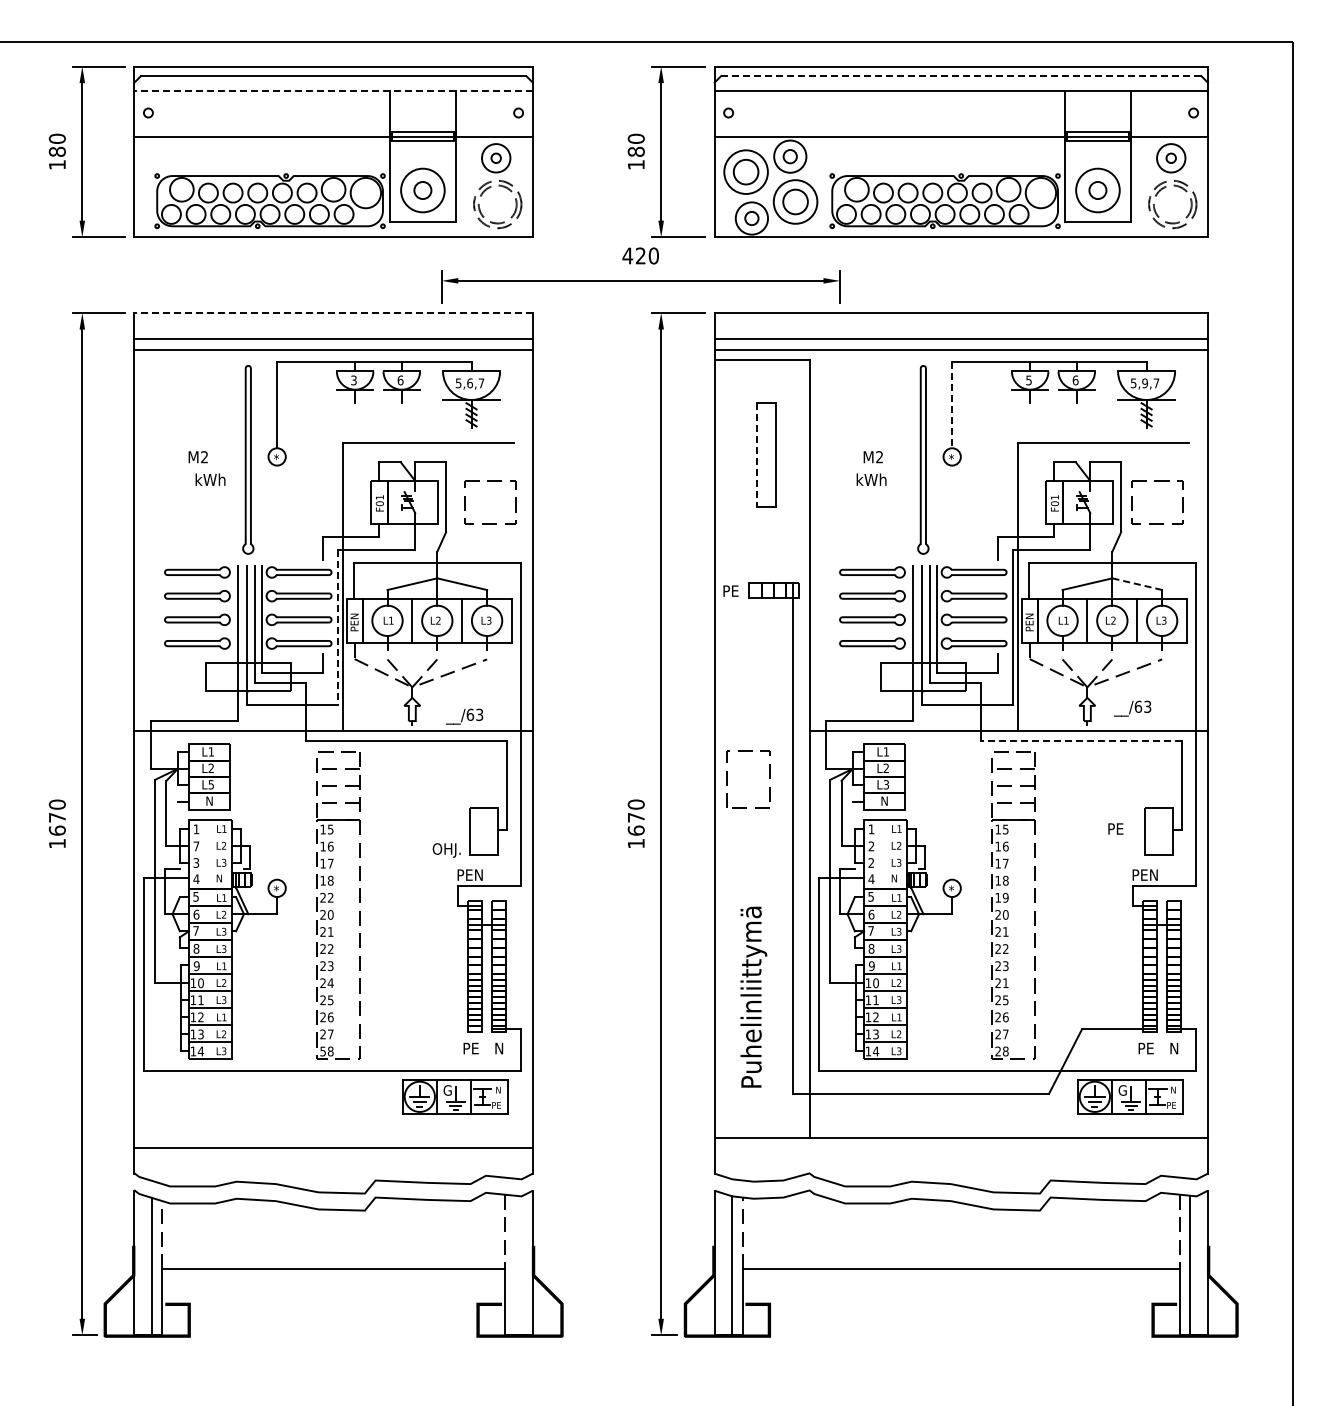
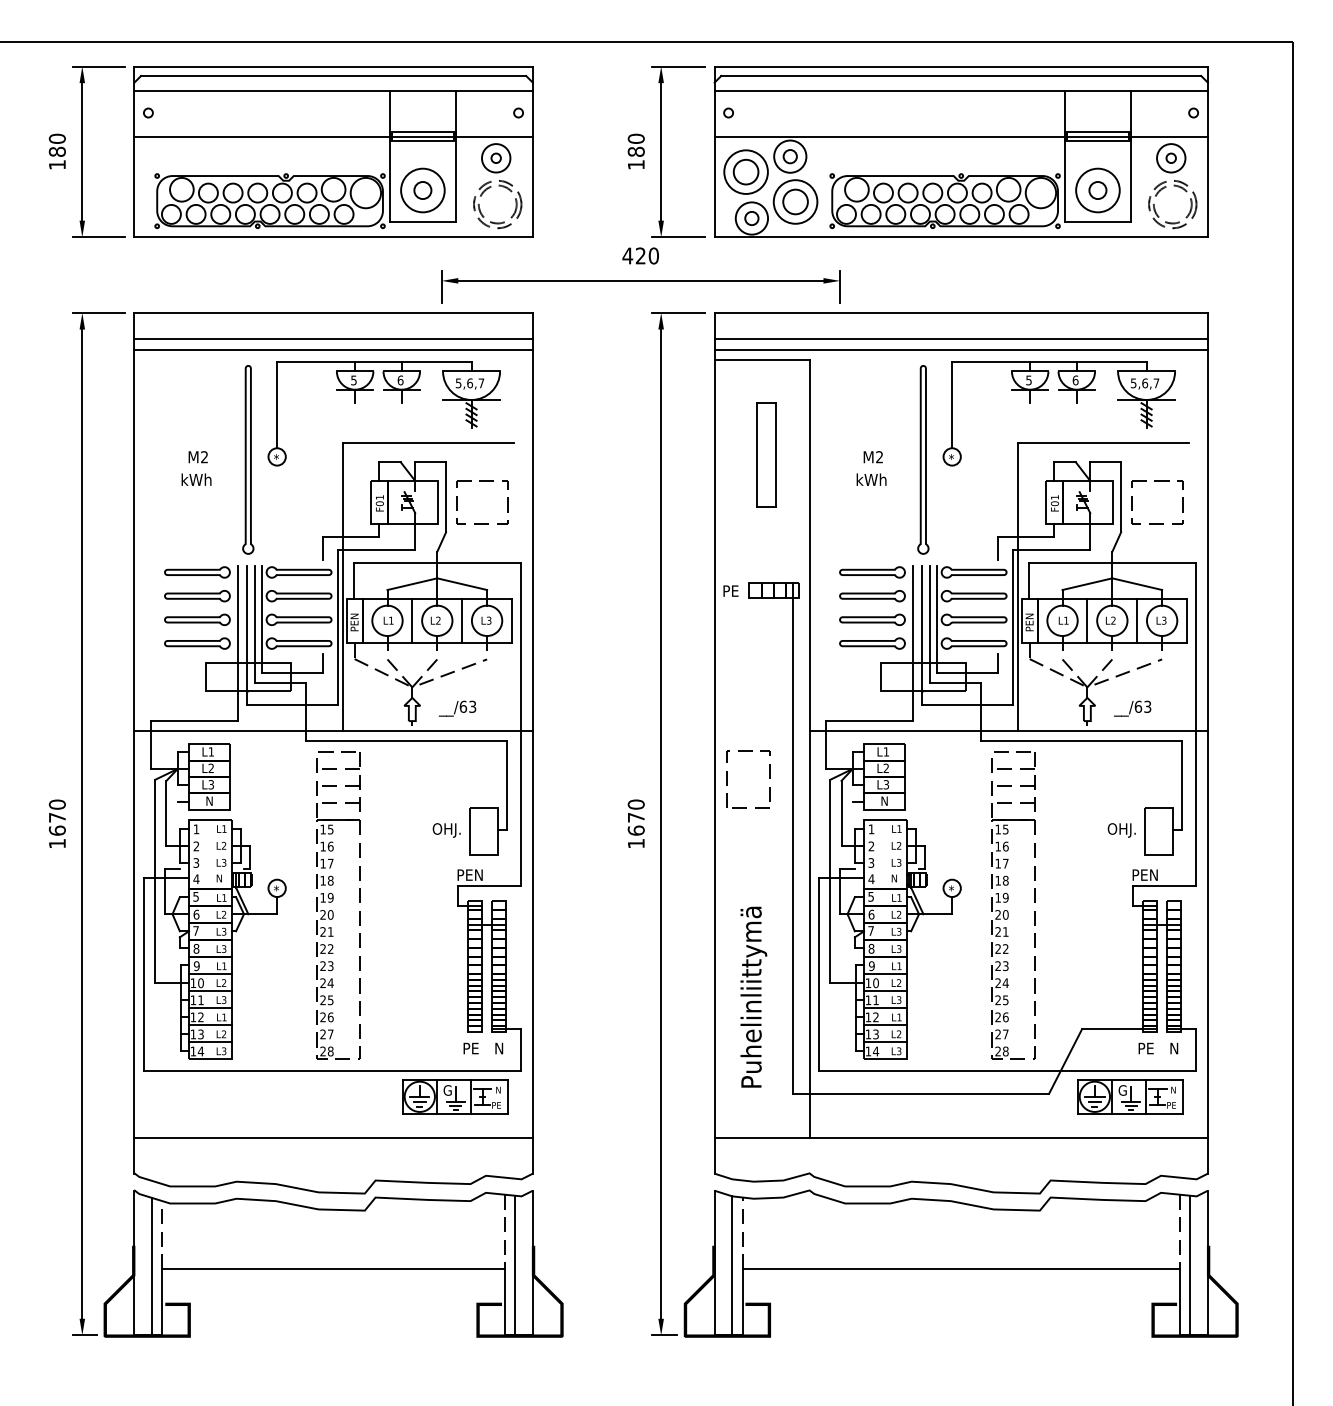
line at (961, 75): dashed -> solid
line at (333, 91): dashed -> solid
line at (333, 312): dashed -> solid
text at (353, 379): 3 -> 5
text at (1145, 383): 5,9,7 -> 5,6,7
line at (952, 405): dashed -> solid
line at (756, 455): dashed -> solid
text at (210, 479) position: (210, 479) -> (196, 479)
part at (490, 481) position: (490, 481) -> (482, 481)
line at (1137, 584): dashed -> solid
line at (337, 628): dashed -> solid
text at (464, 716) position: (464, 716) -> (457, 708)
line at (1081, 741): dashed -> solid
text at (211, 784): L5 -> L3
text at (1121, 830): PE -> OHJ.
text at (196, 846): 7 -> 2
text at (446, 850) position: (446, 850) -> (446, 830)
text at (871, 863): 2 -> 3
text at (326, 897): 22 -> 19
text at (1005, 982): 21 -> 24
text at (322, 1051): 58 -> 28
line at (333, 1148) position: (333, 1148) -> (333, 1138)
line at (515, 1265): none -> present
